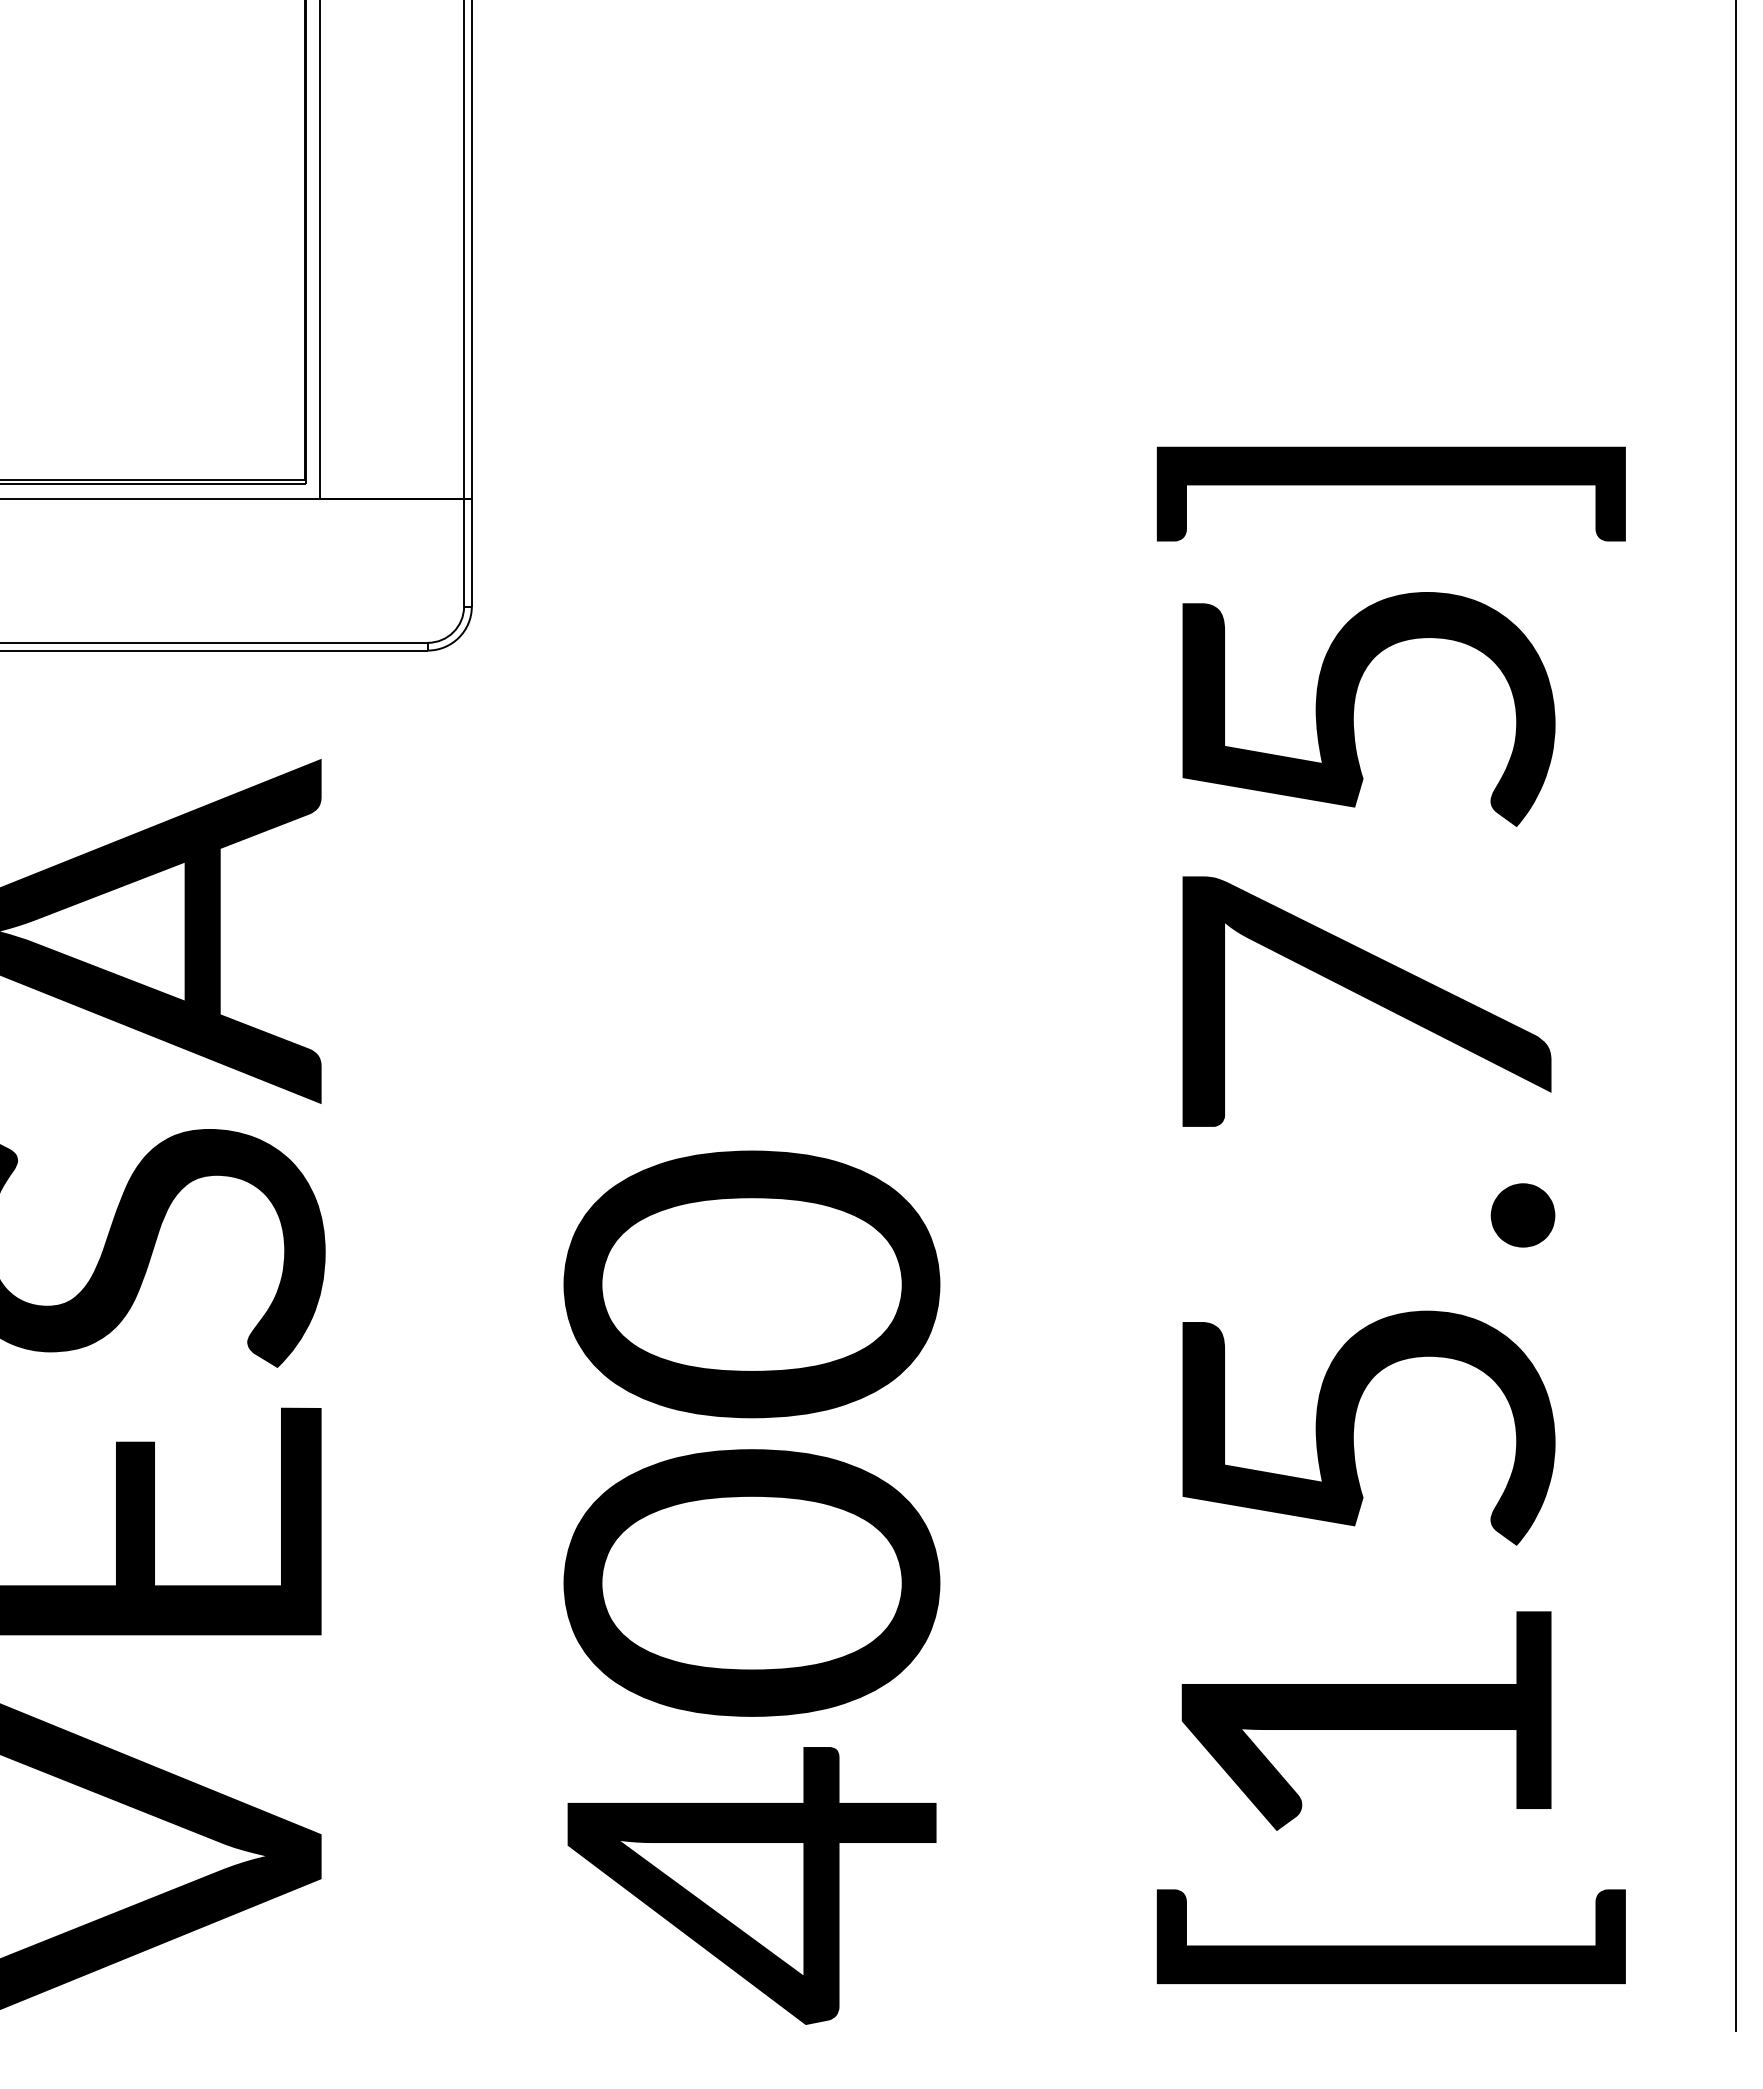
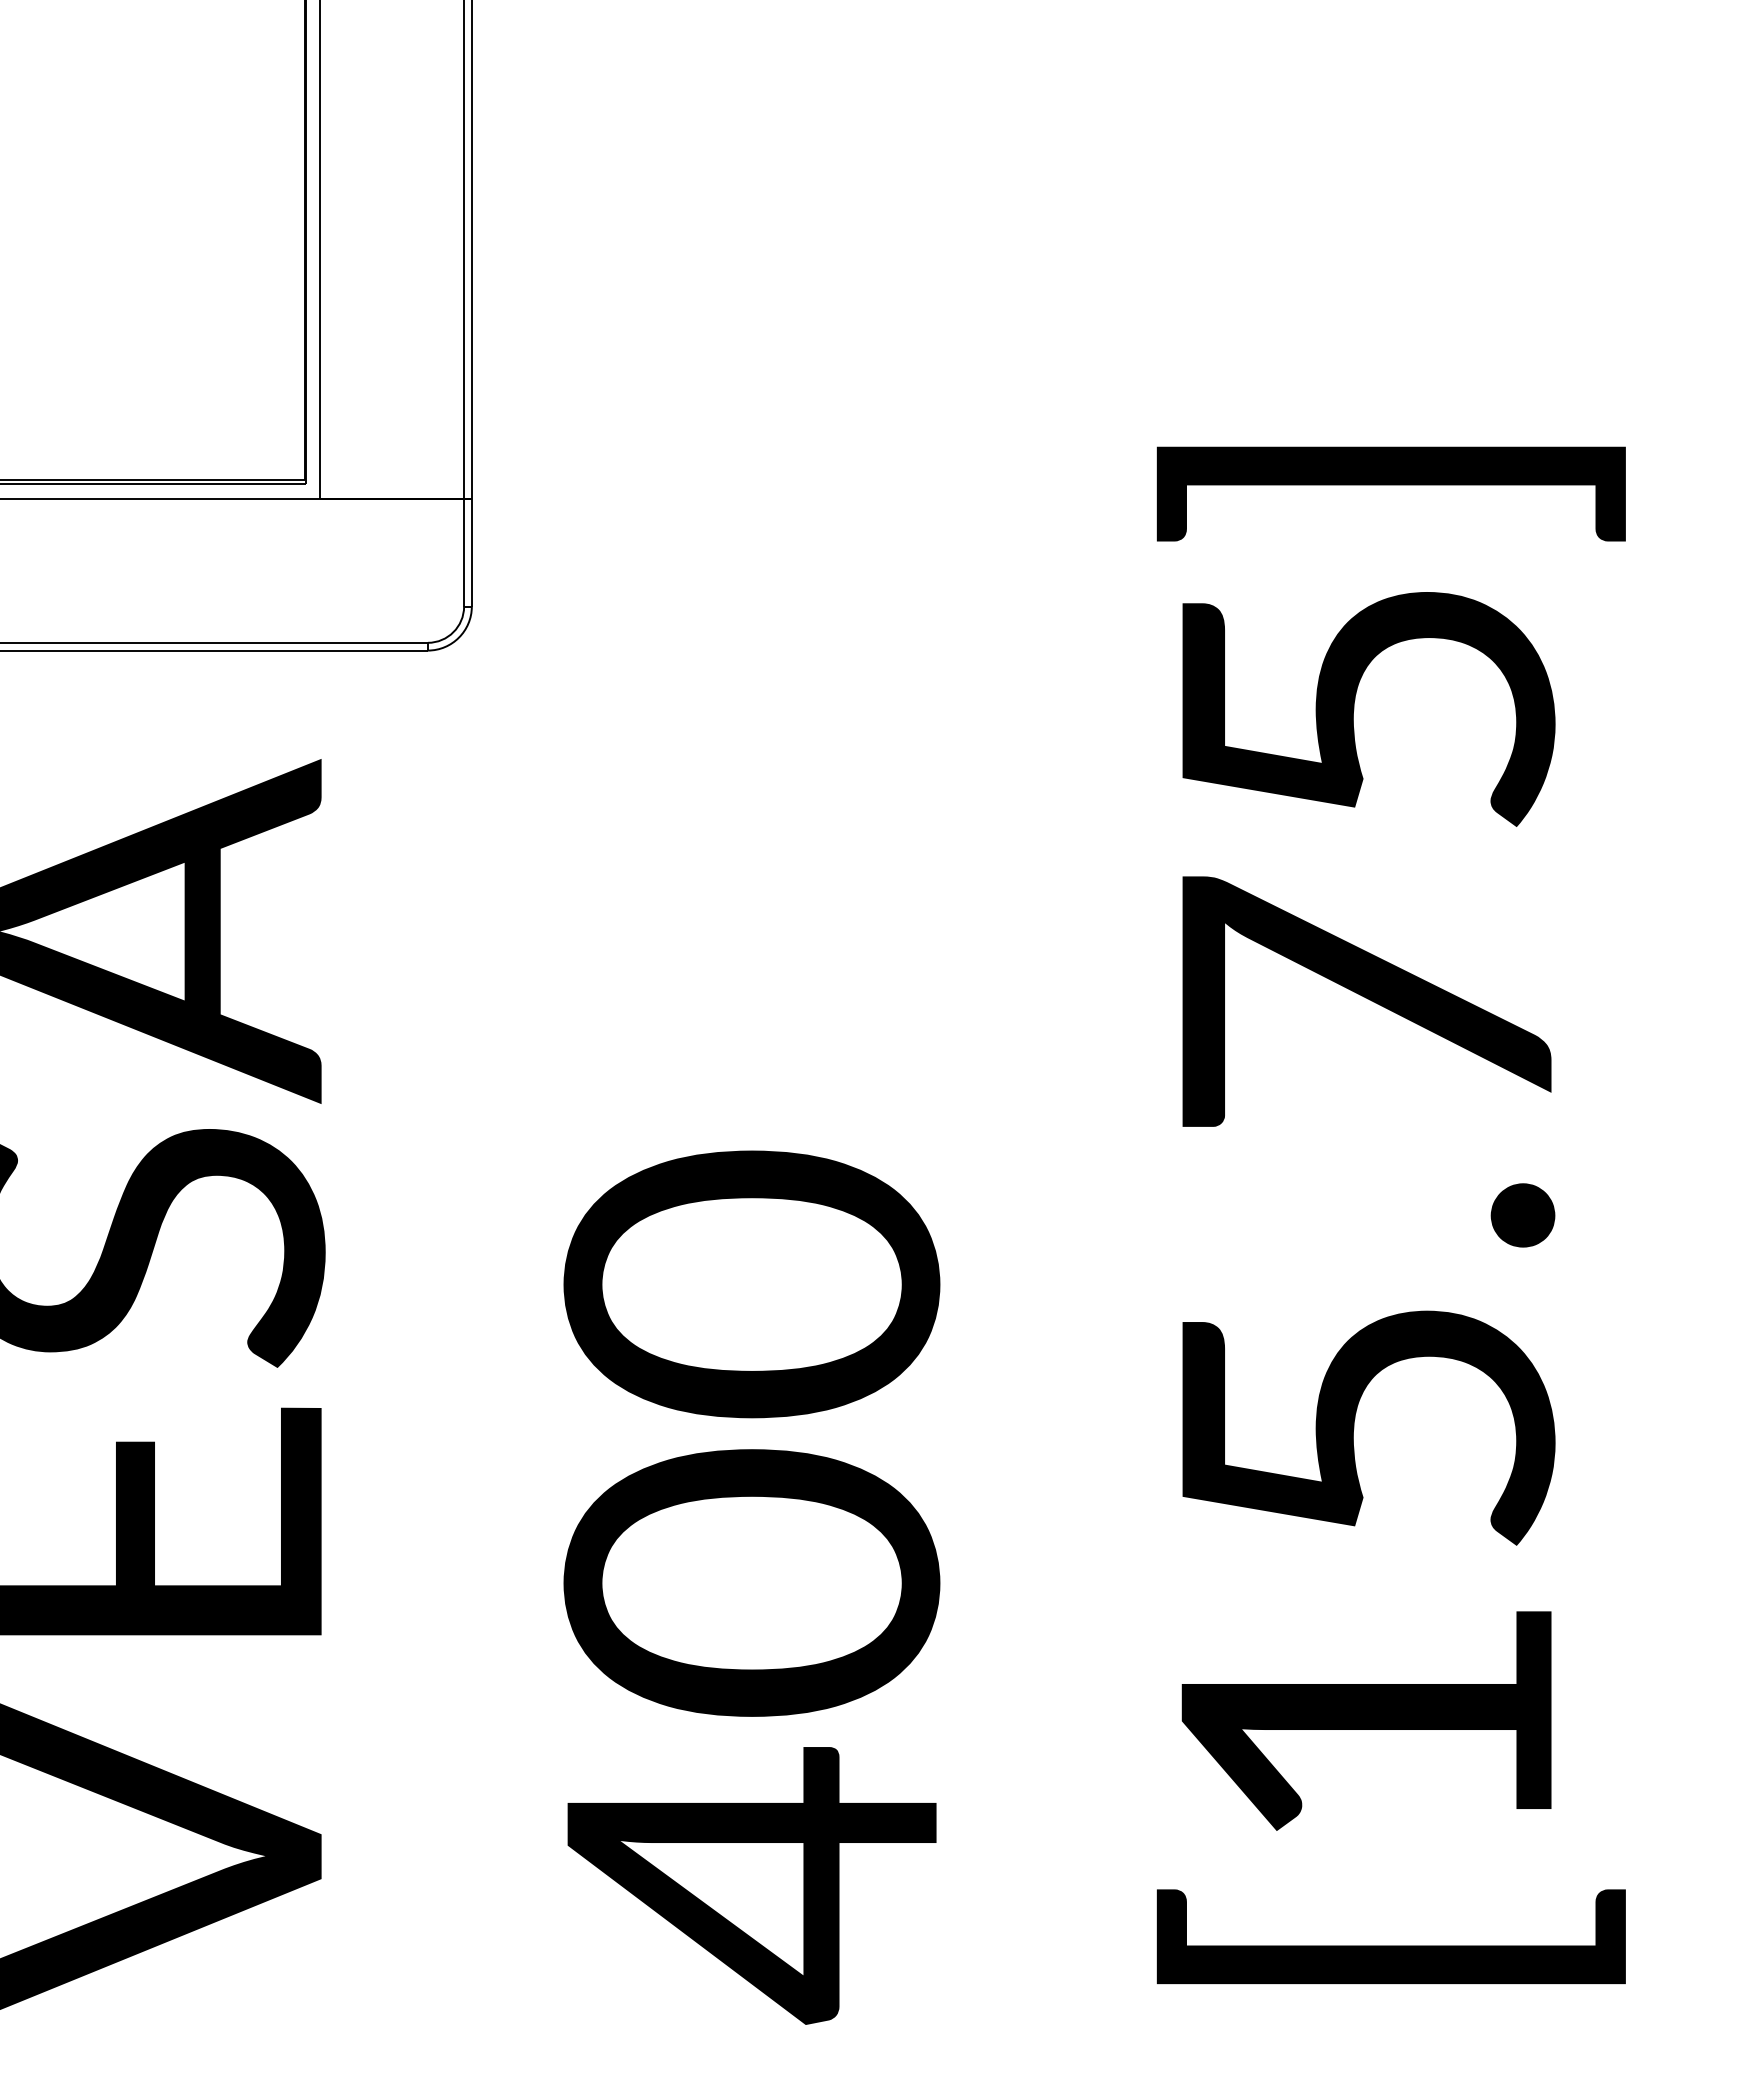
line at (1736, 1016): present -> none
